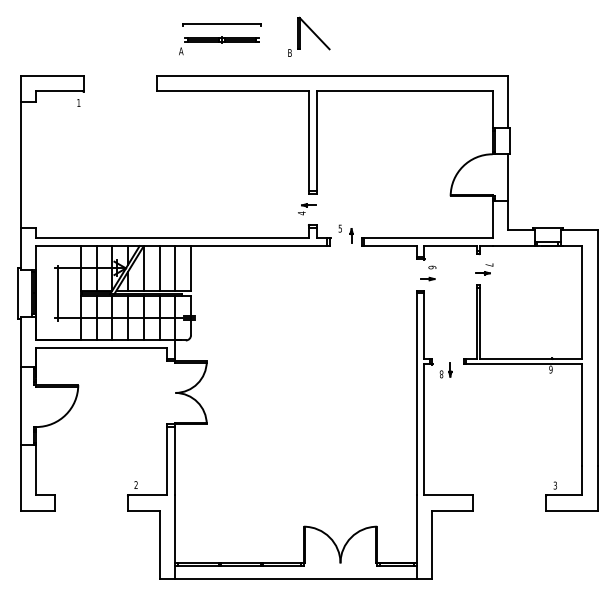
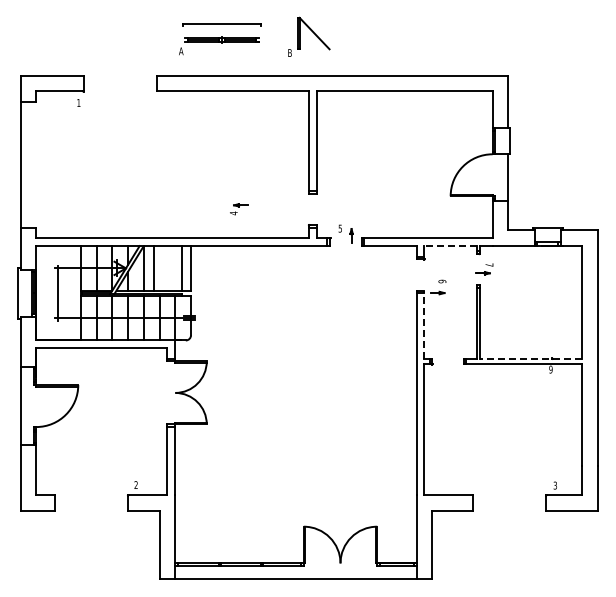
part at (307, 209) position: (307, 209) -> (239, 209)
line at (450, 246): solid -> dashed
line at (159, 268) position: (159, 268) -> (153, 268)
line at (175, 268) position: (175, 268) -> (182, 268)
part at (428, 273) position: (428, 273) -> (438, 287)
line at (424, 324): solid -> dashed
line at (530, 358): solid -> dashed
part at (445, 370): present -> none
